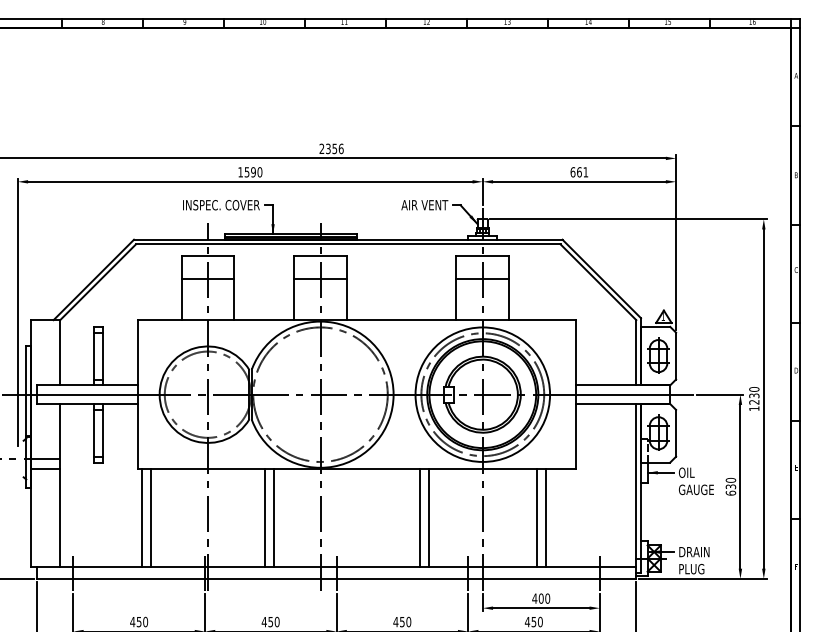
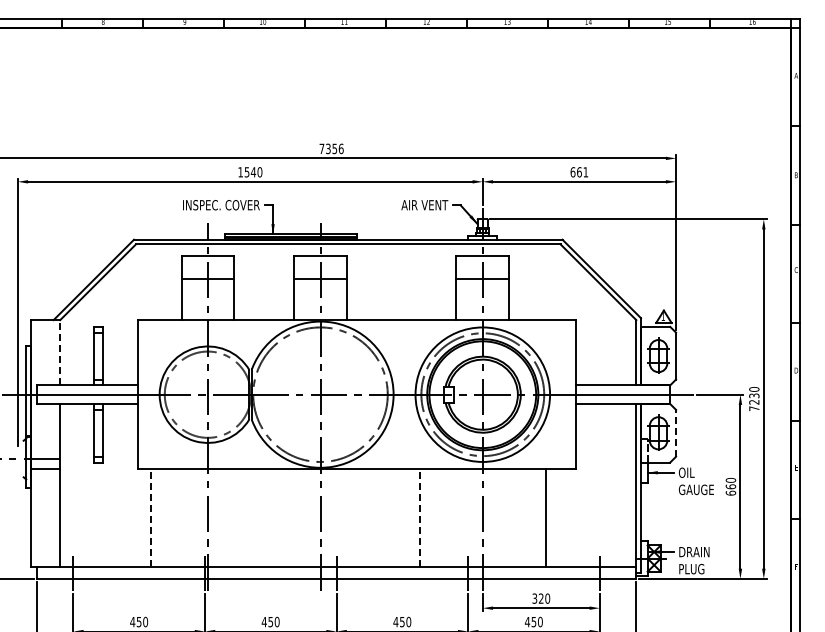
text at (321, 148): 2356 -> 7356
text at (253, 172): 1590 -> 1540
line at (60, 352): solid -> dashed
text at (754, 408): 1230 -> 7230
line at (676, 432): solid -> dashed
text at (730, 486): 630 -> 660
line at (141, 518): present -> none
line at (151, 518): solid -> dashed
line at (264, 518): present -> none
line at (274, 518): present -> none
line at (419, 518): solid -> dashed
line at (428, 518): present -> none
line at (536, 518): present -> none
text at (537, 598): 400 -> 320
